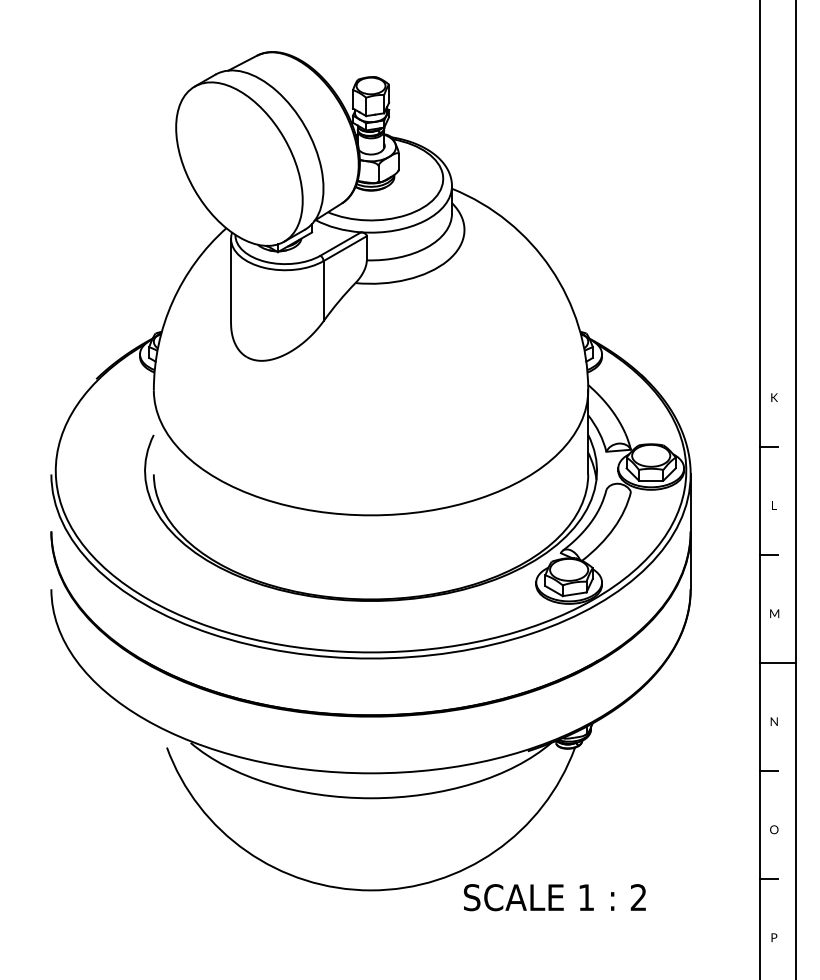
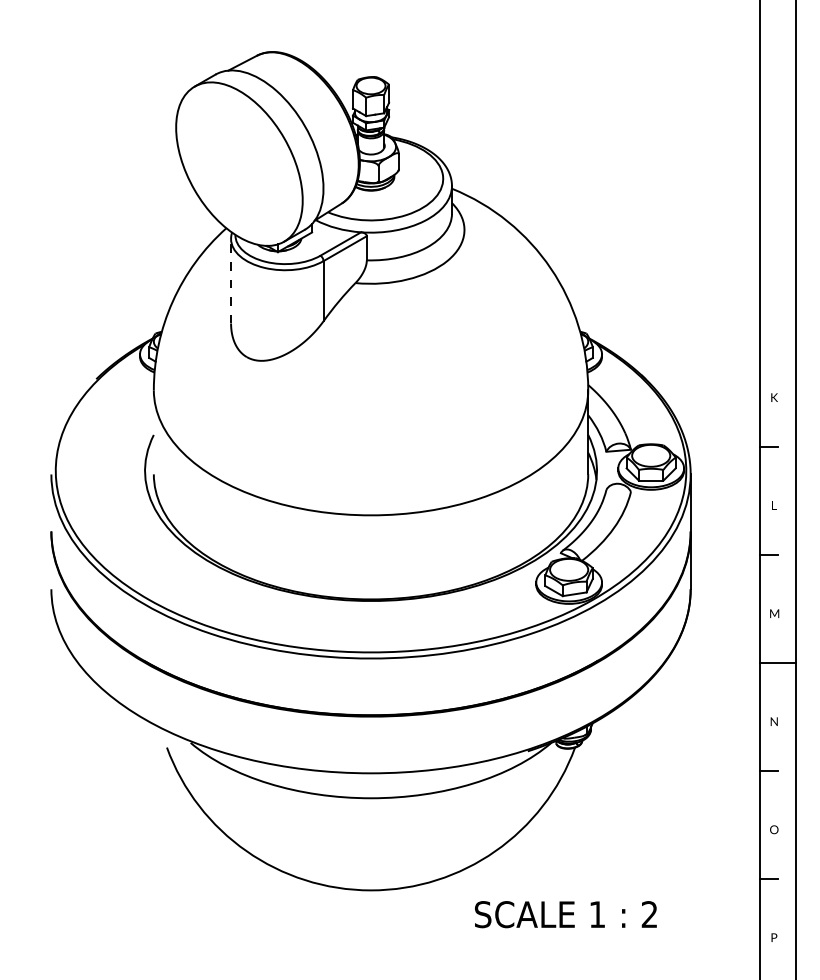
line at (231, 280): solid -> dashed
text at (554, 897) position: (554, 897) -> (565, 914)
